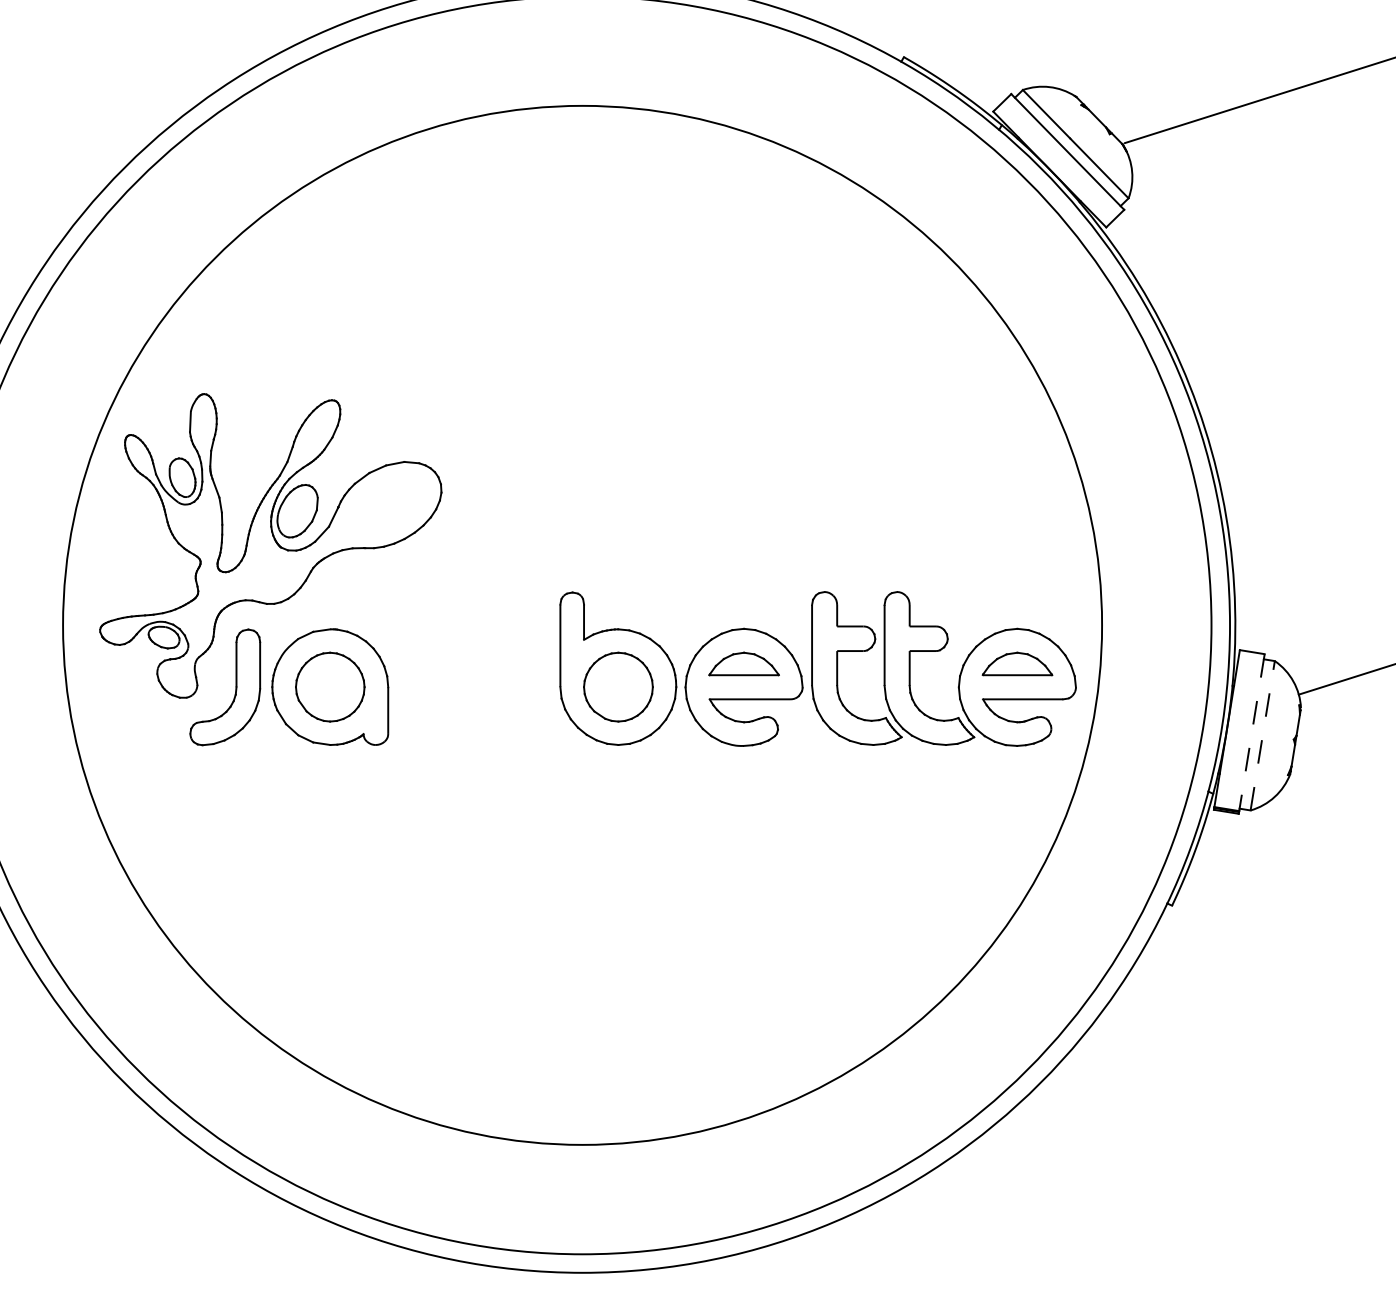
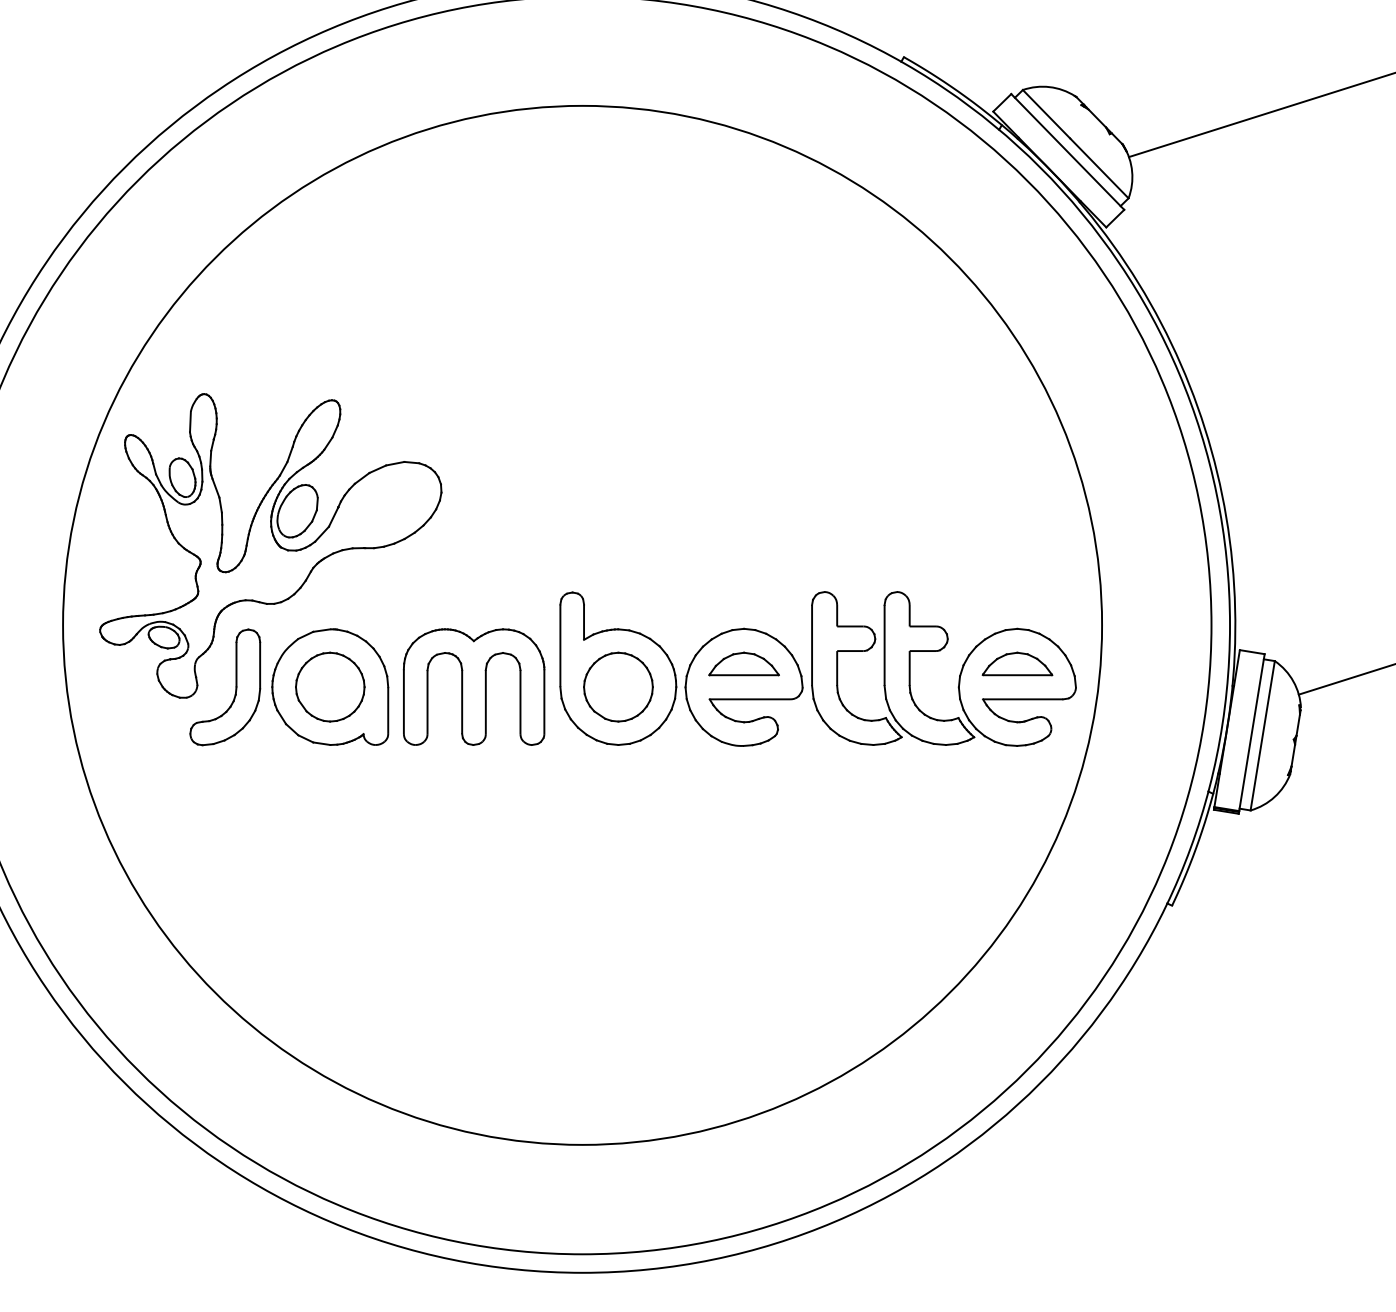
line at (1258, 100) position: (1258, 100) -> (1260, 115)
part at (473, 686): none -> present
line at (1251, 732): dashed -> solid
line at (1262, 735): dashed -> solid
